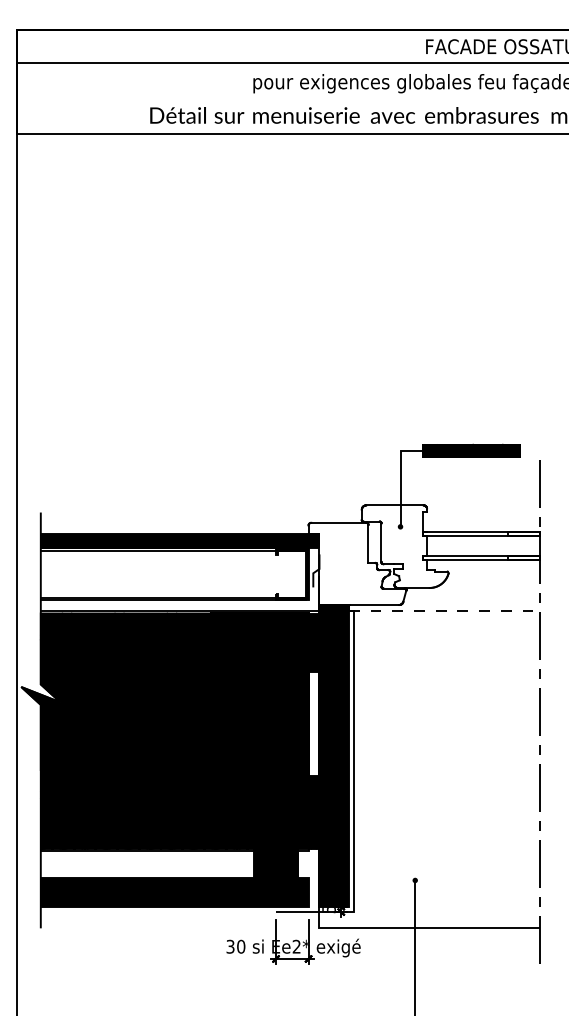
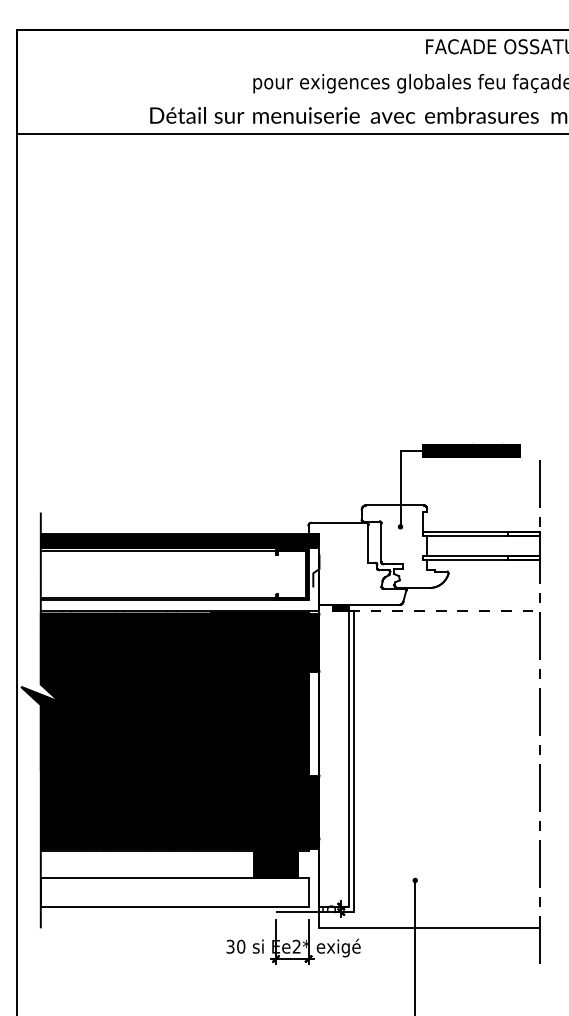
line at (291, 63): present -> none
fill at (333, 755): present -> none
fill at (174, 892): present -> none
